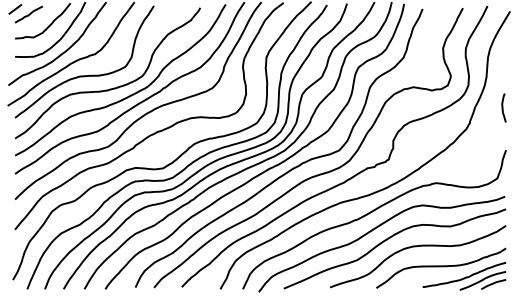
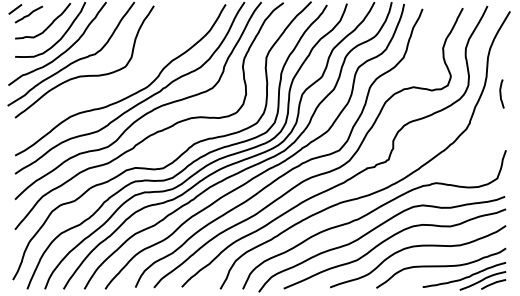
curve at (109, 88): present -> none
curve at (503, 107) position: (503, 107) -> (501, 93)
